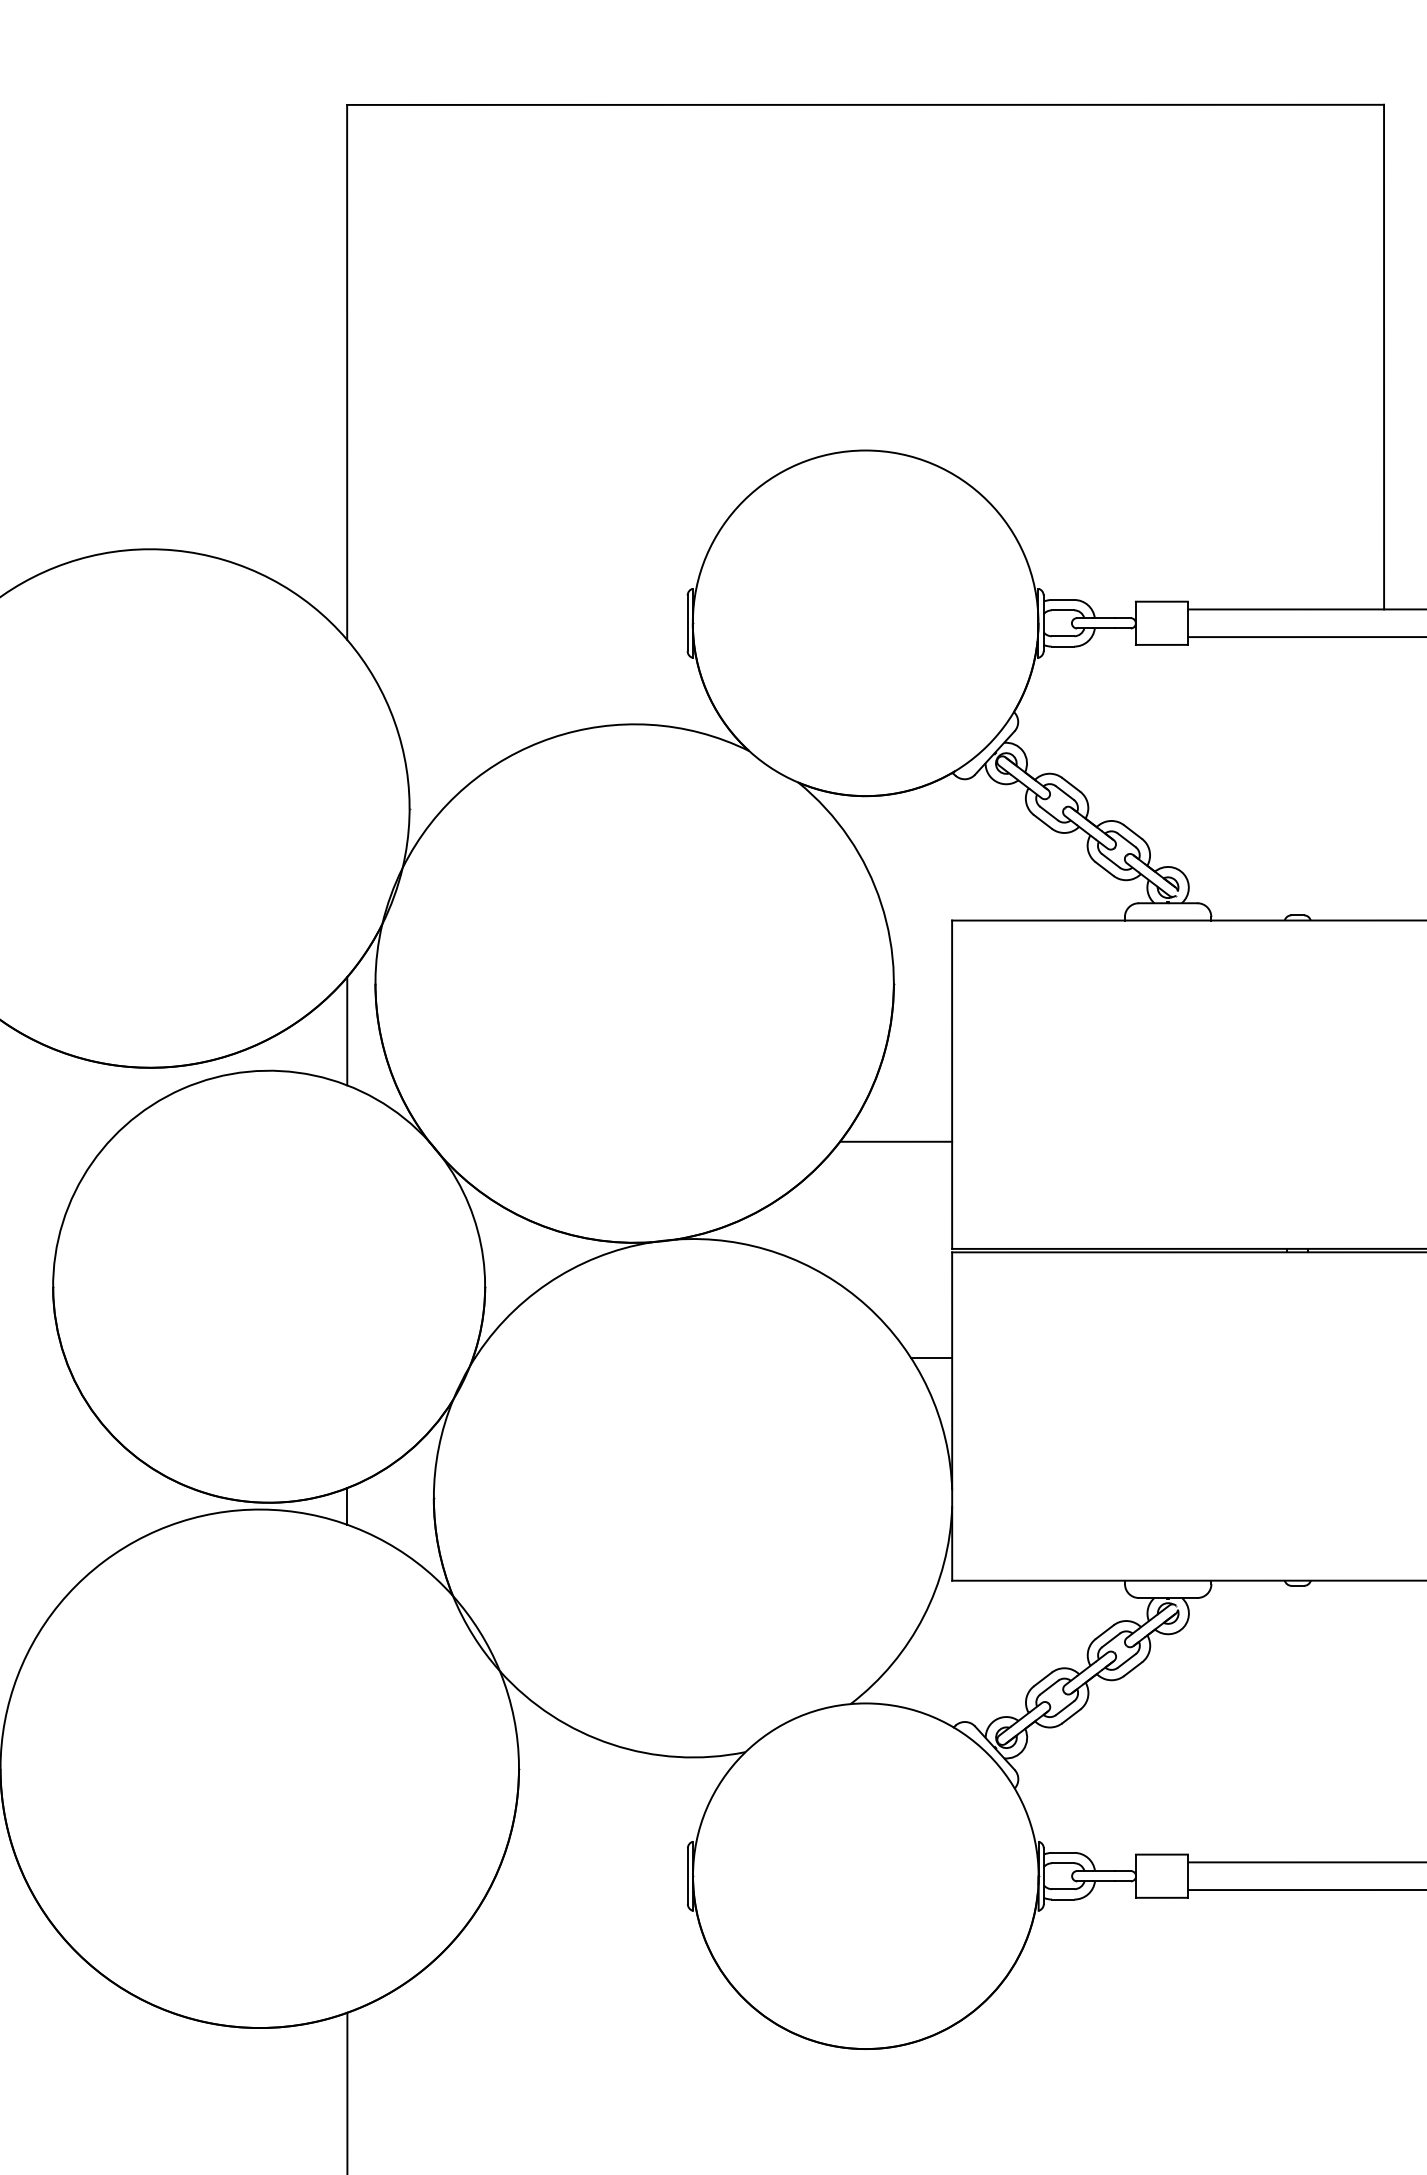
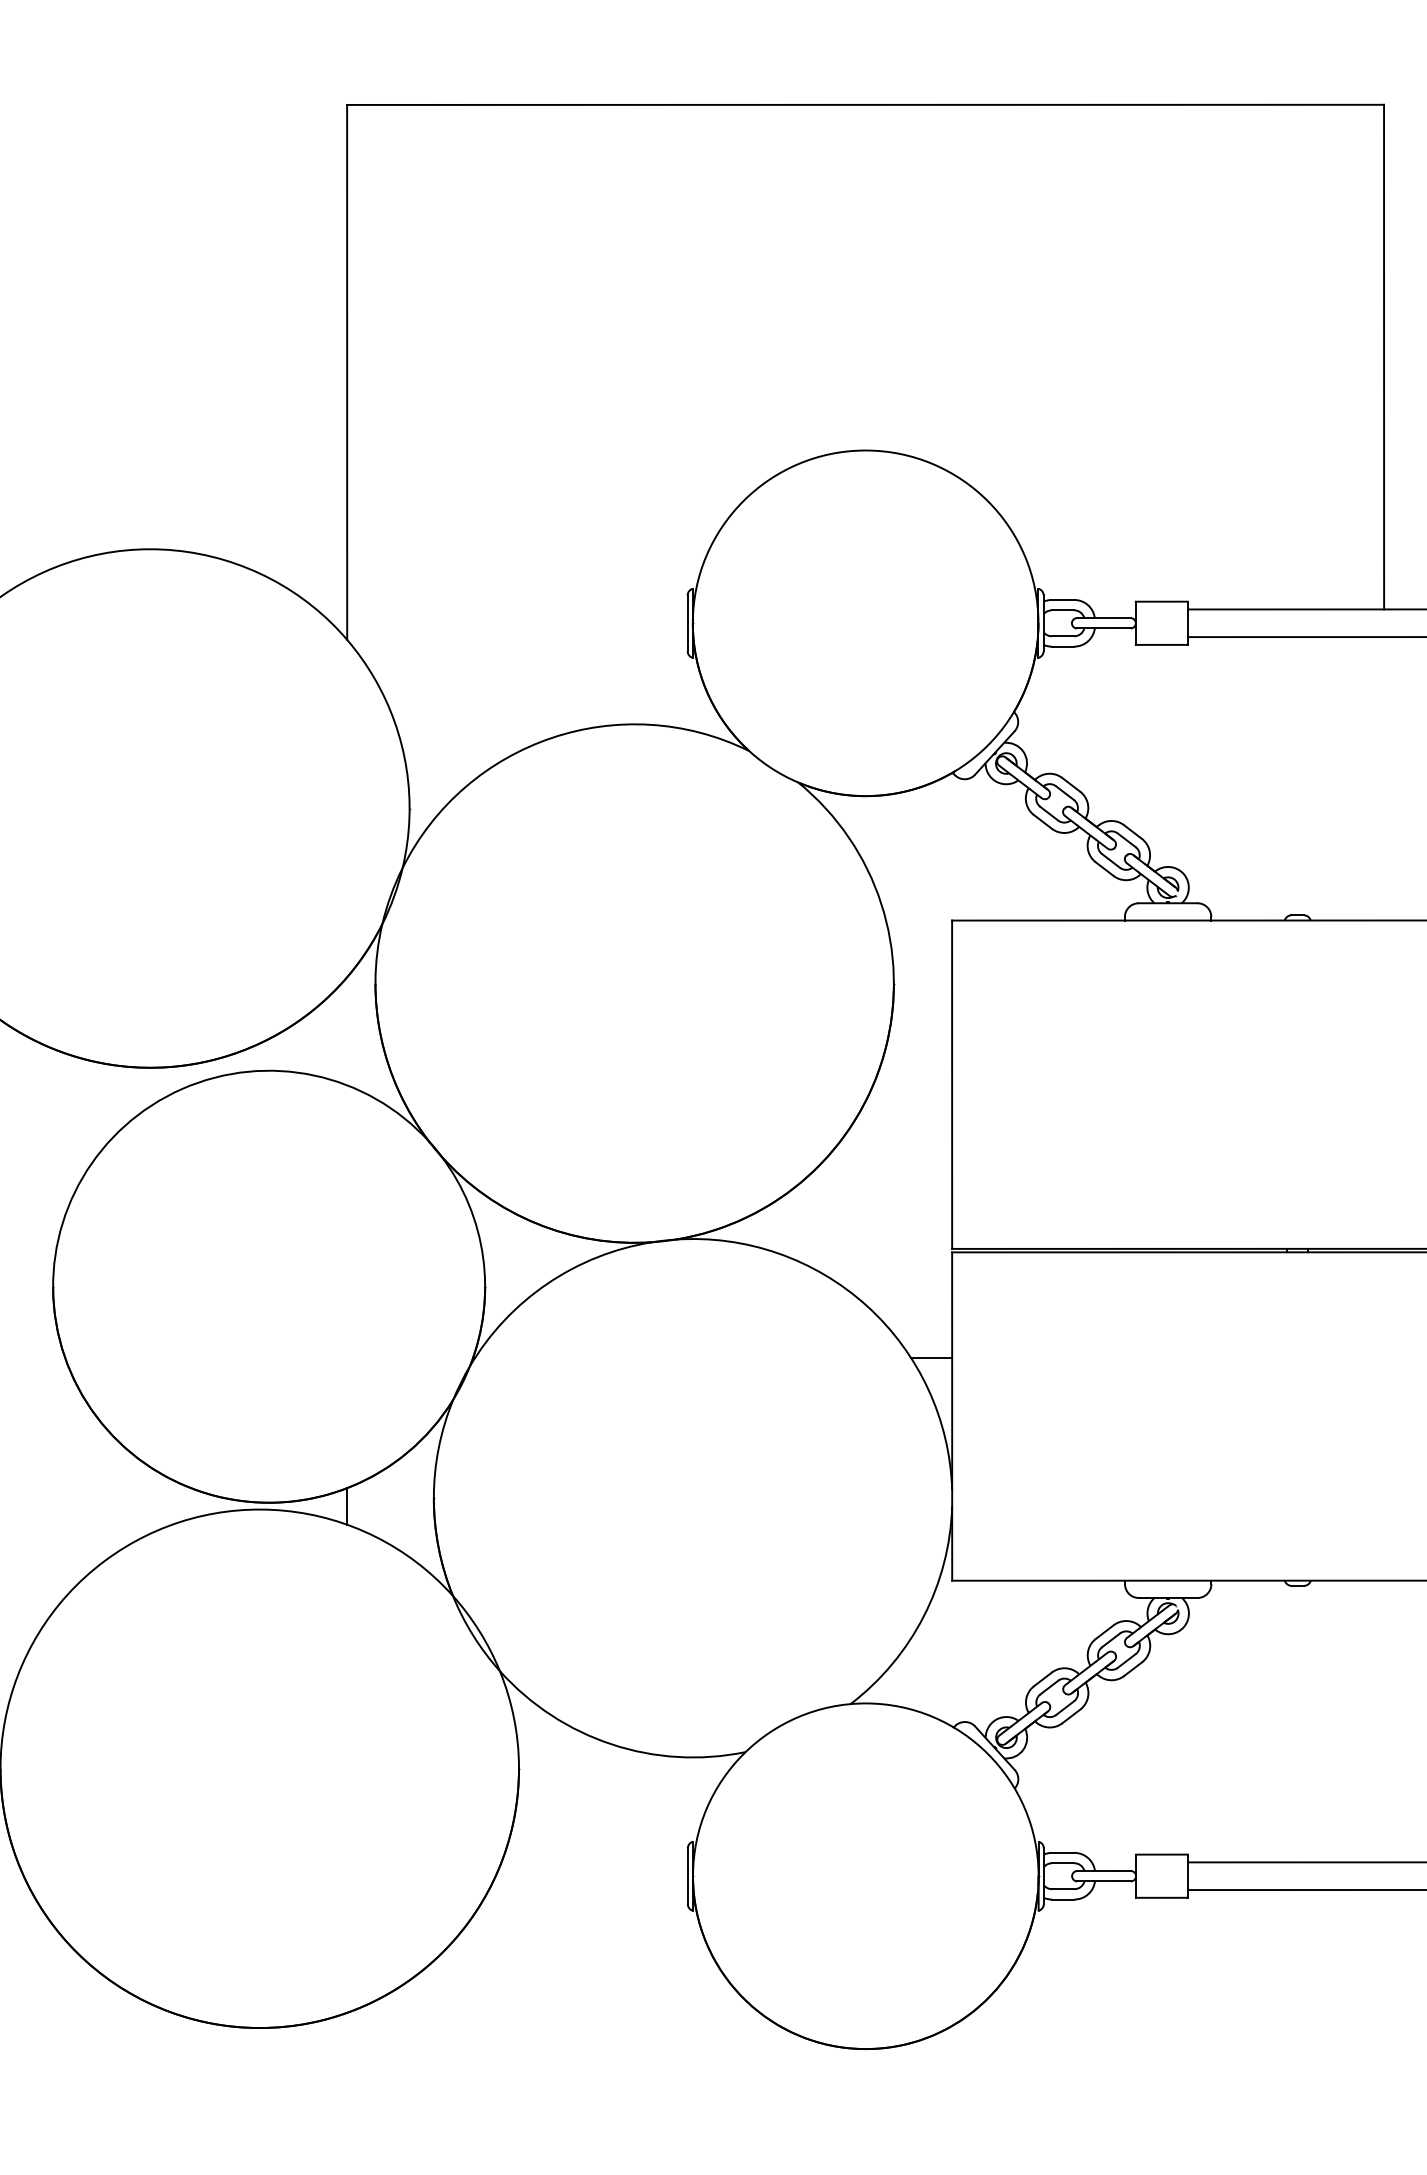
line at (347, 1031): present -> none
line at (896, 1141): present -> none
line at (347, 2091): present -> none
